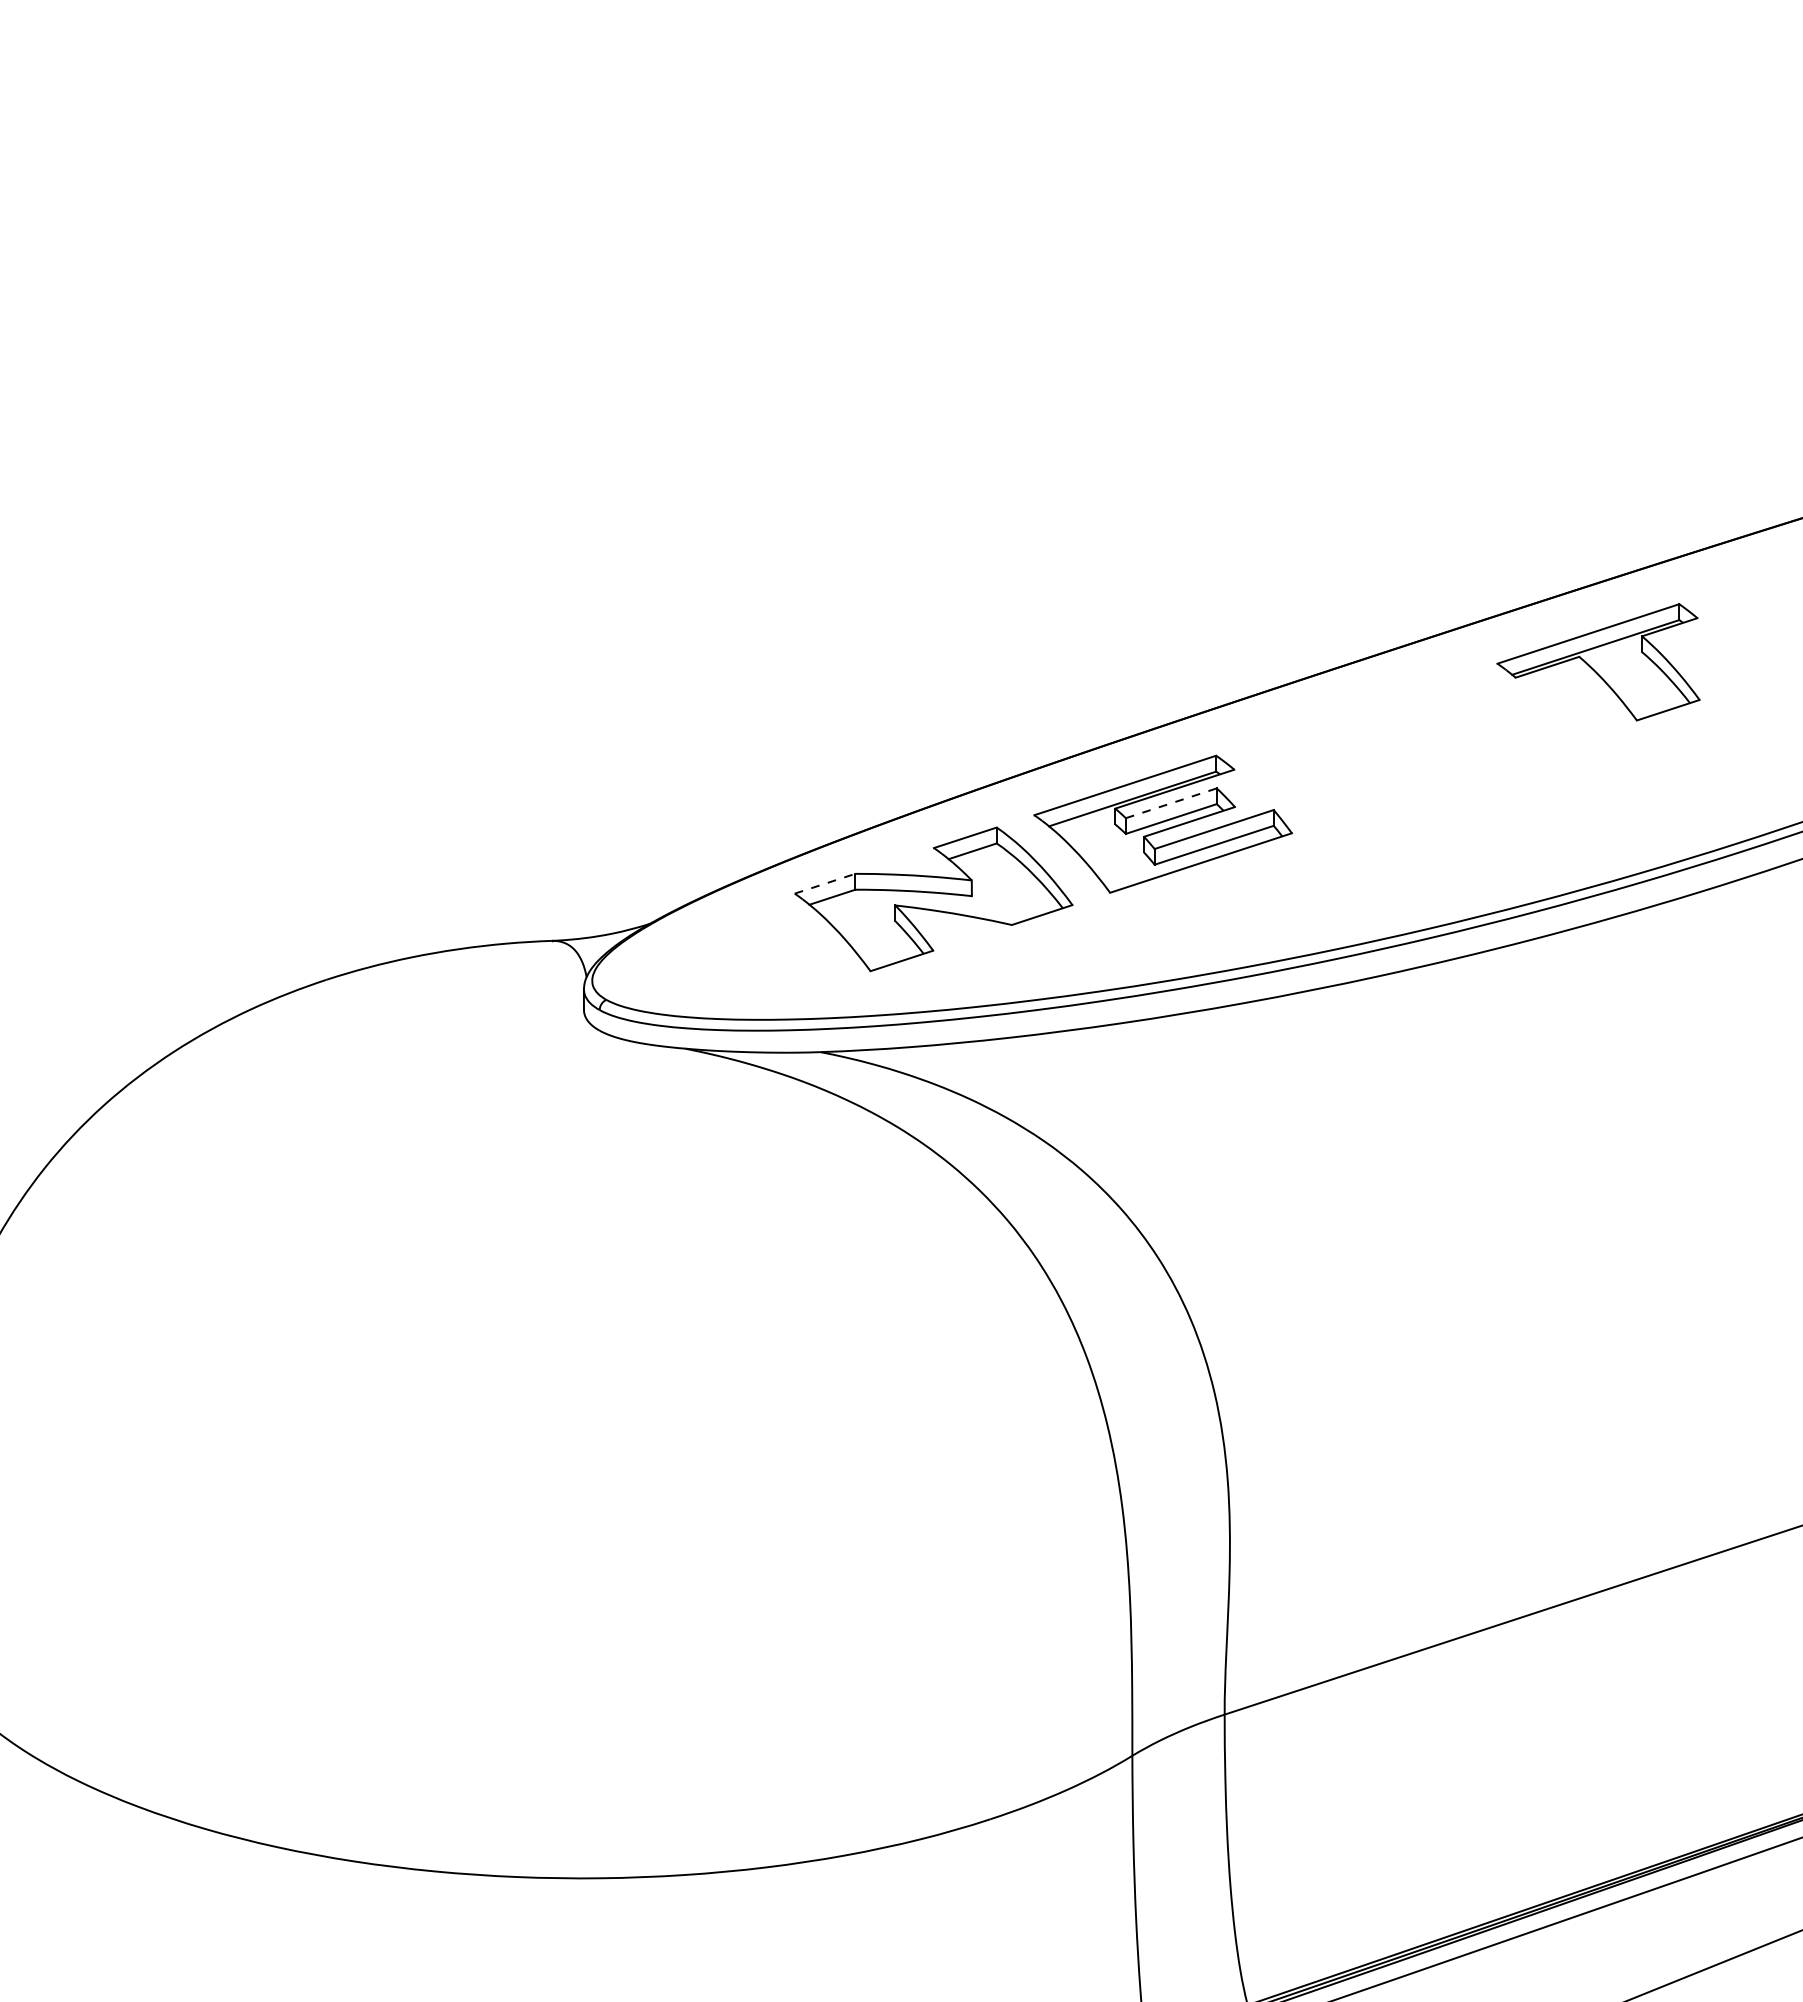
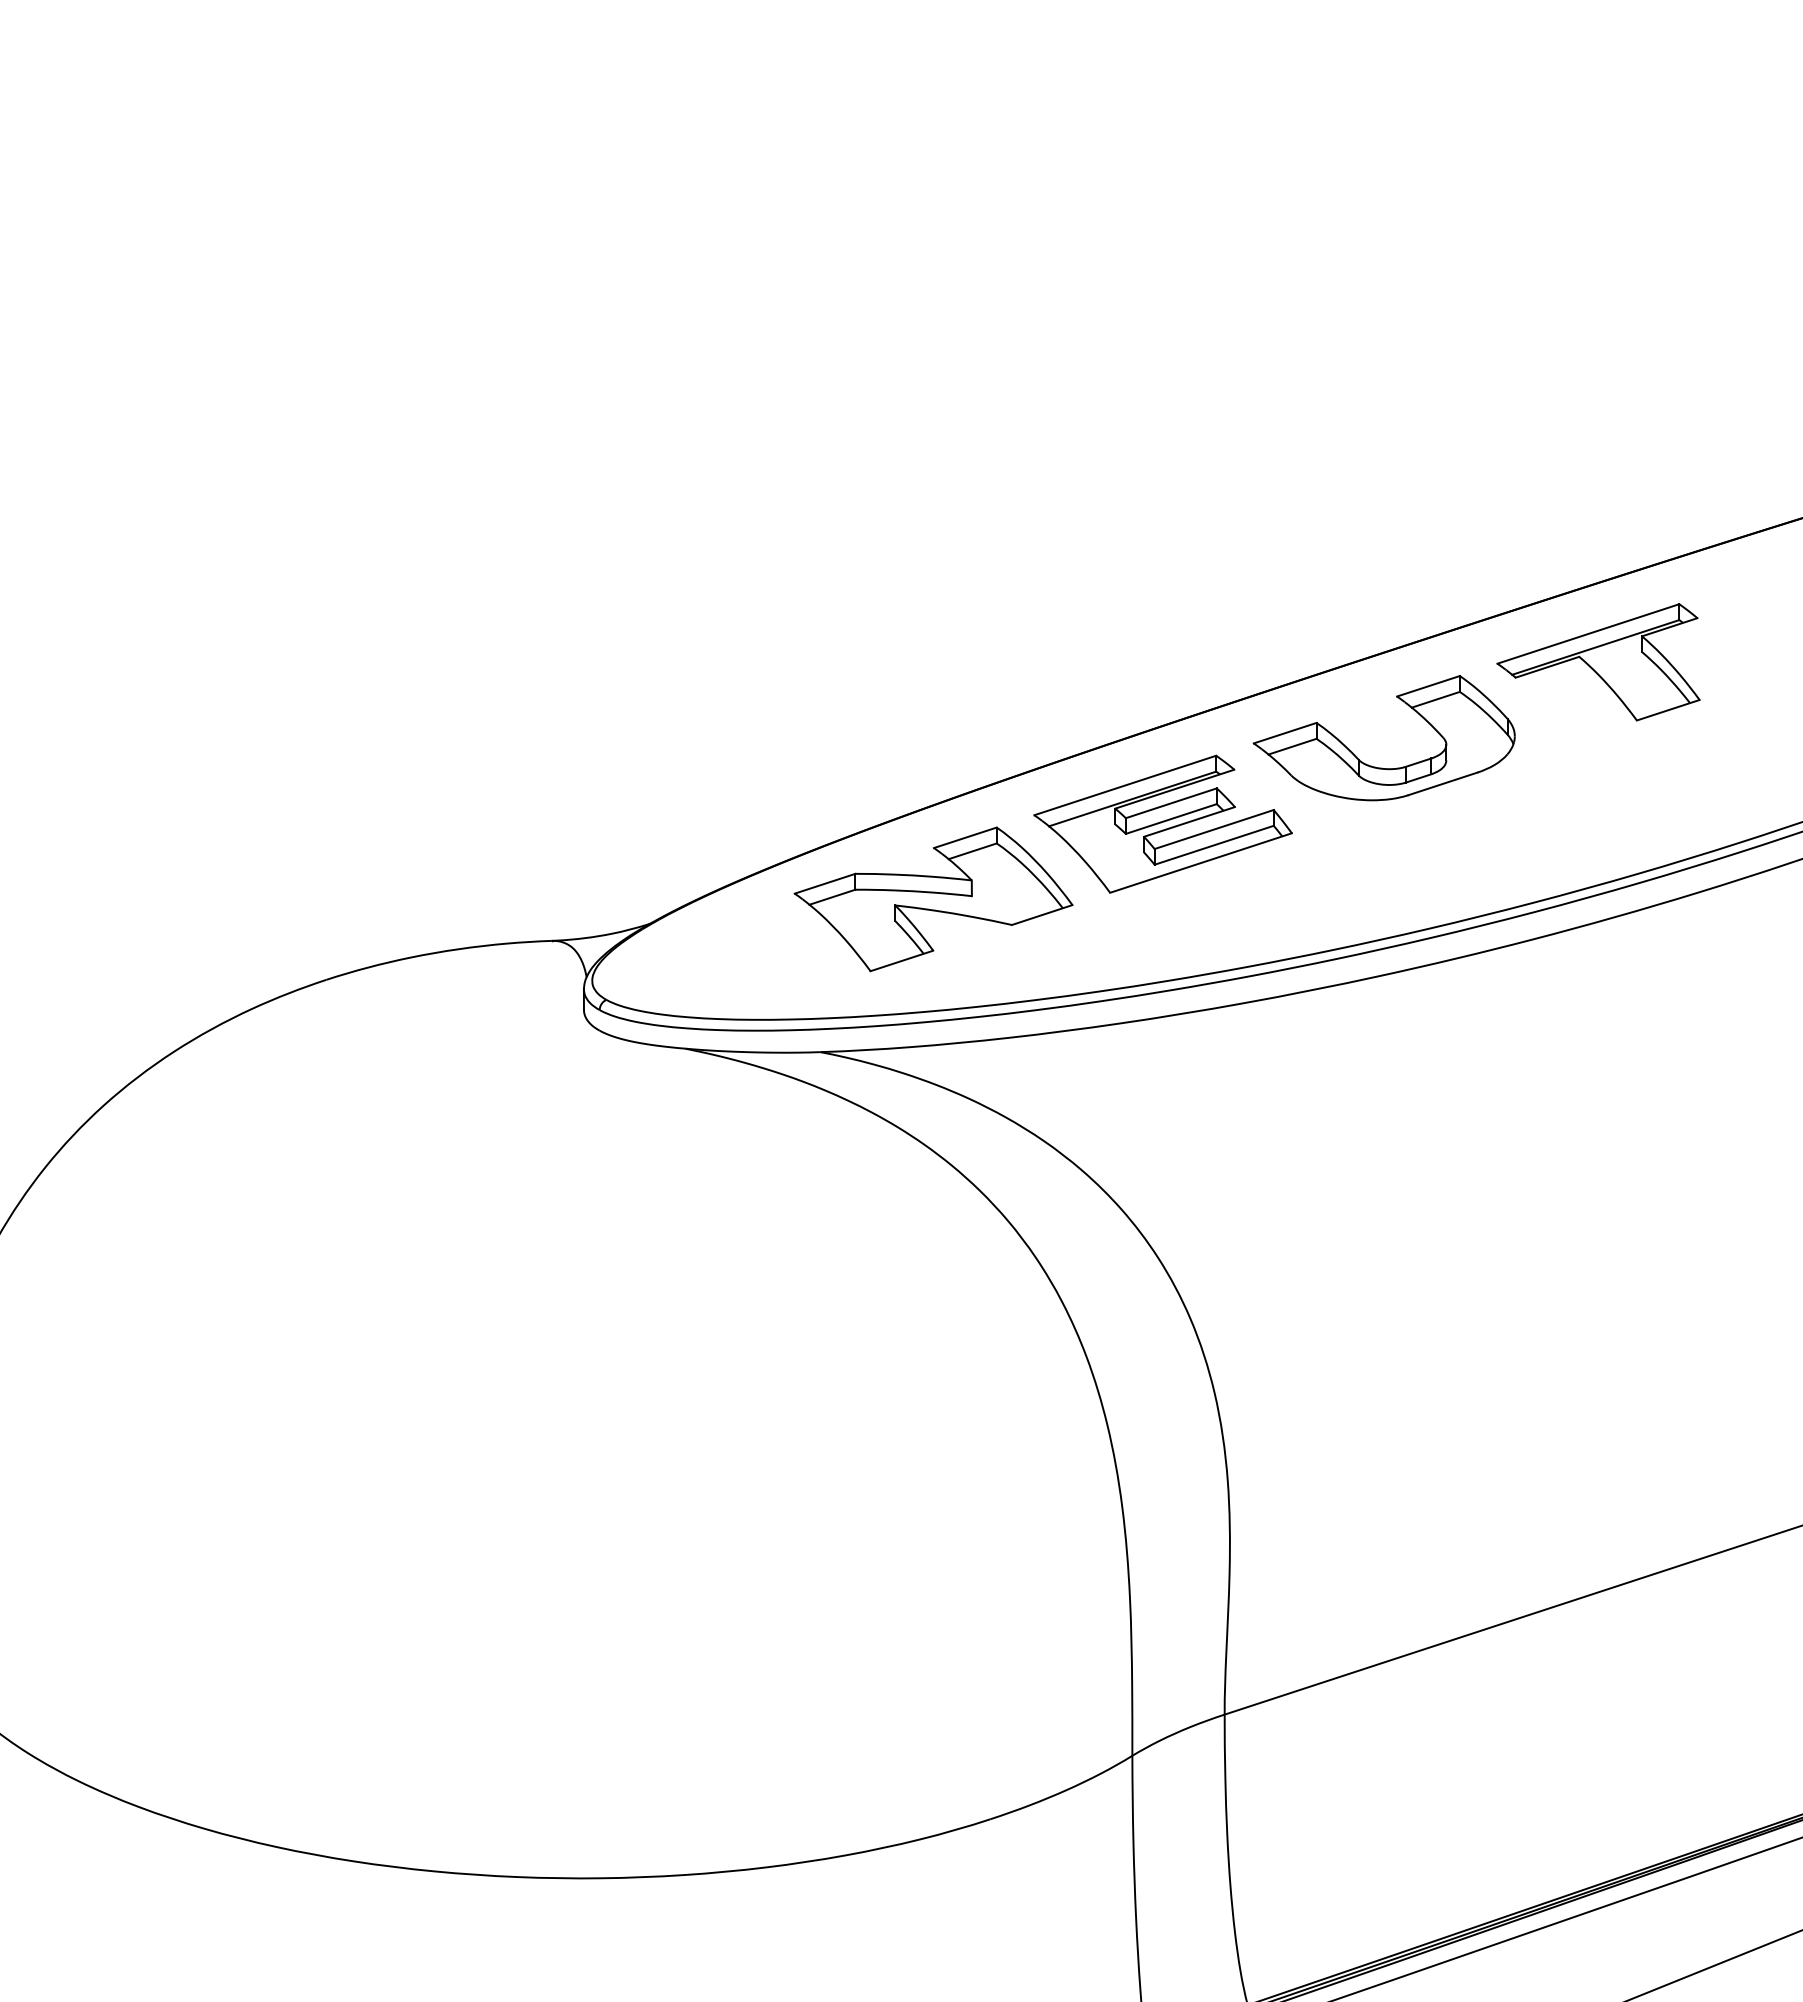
part at (1382, 767): none -> present
line at (1171, 803): dashed -> solid
line at (825, 883): dashed -> solid
